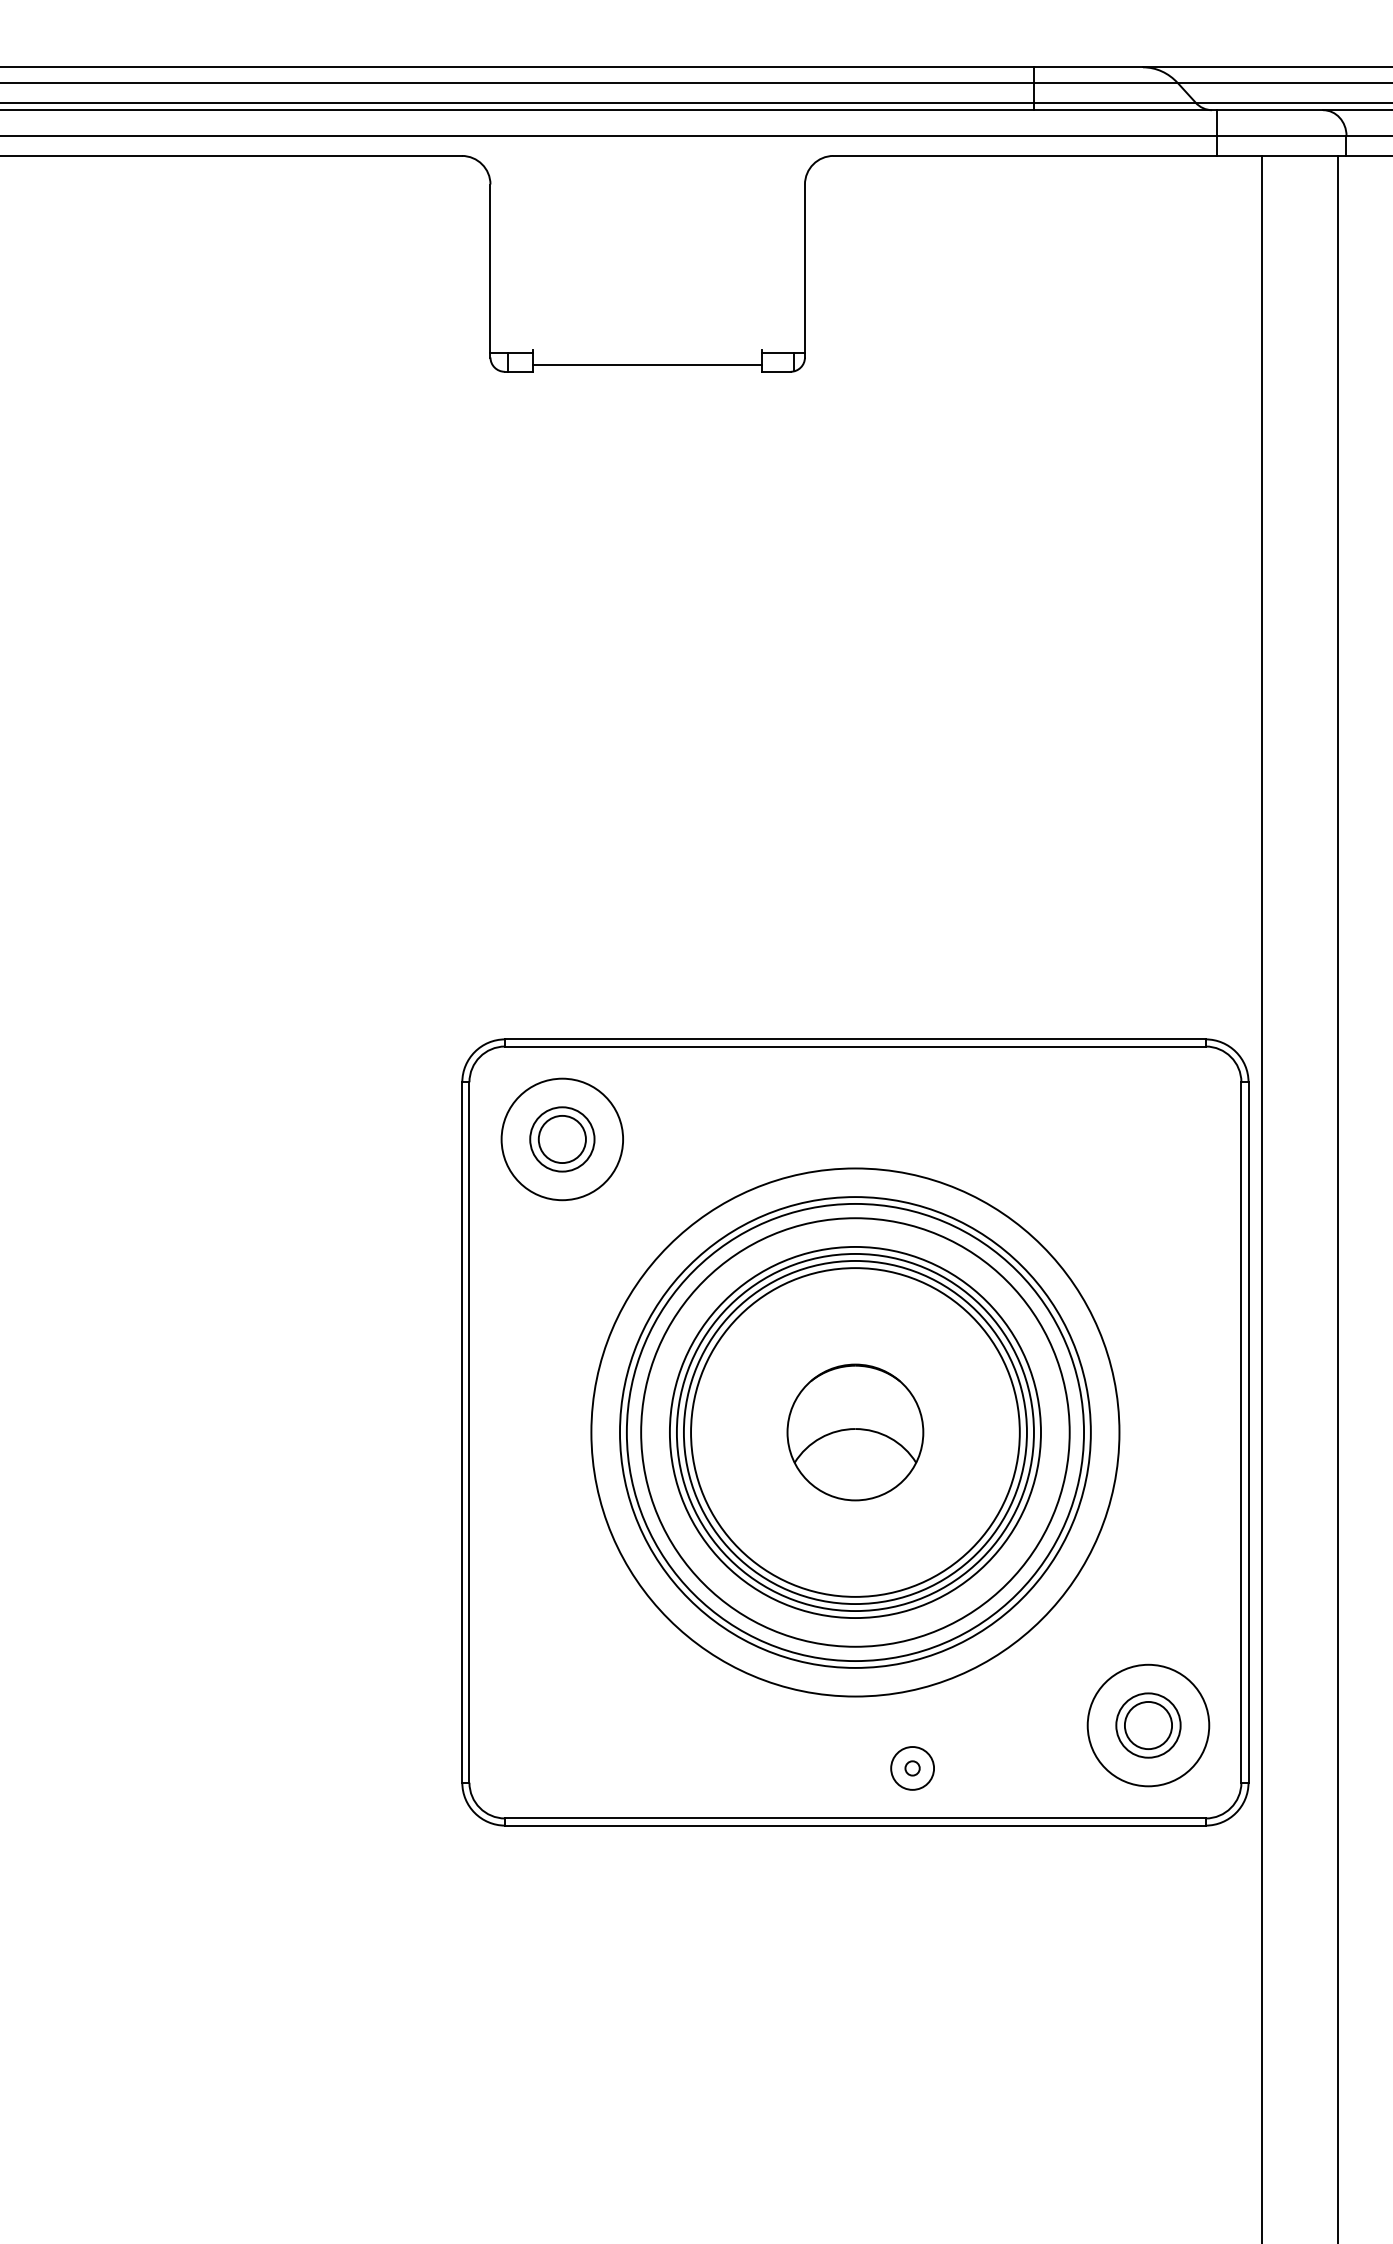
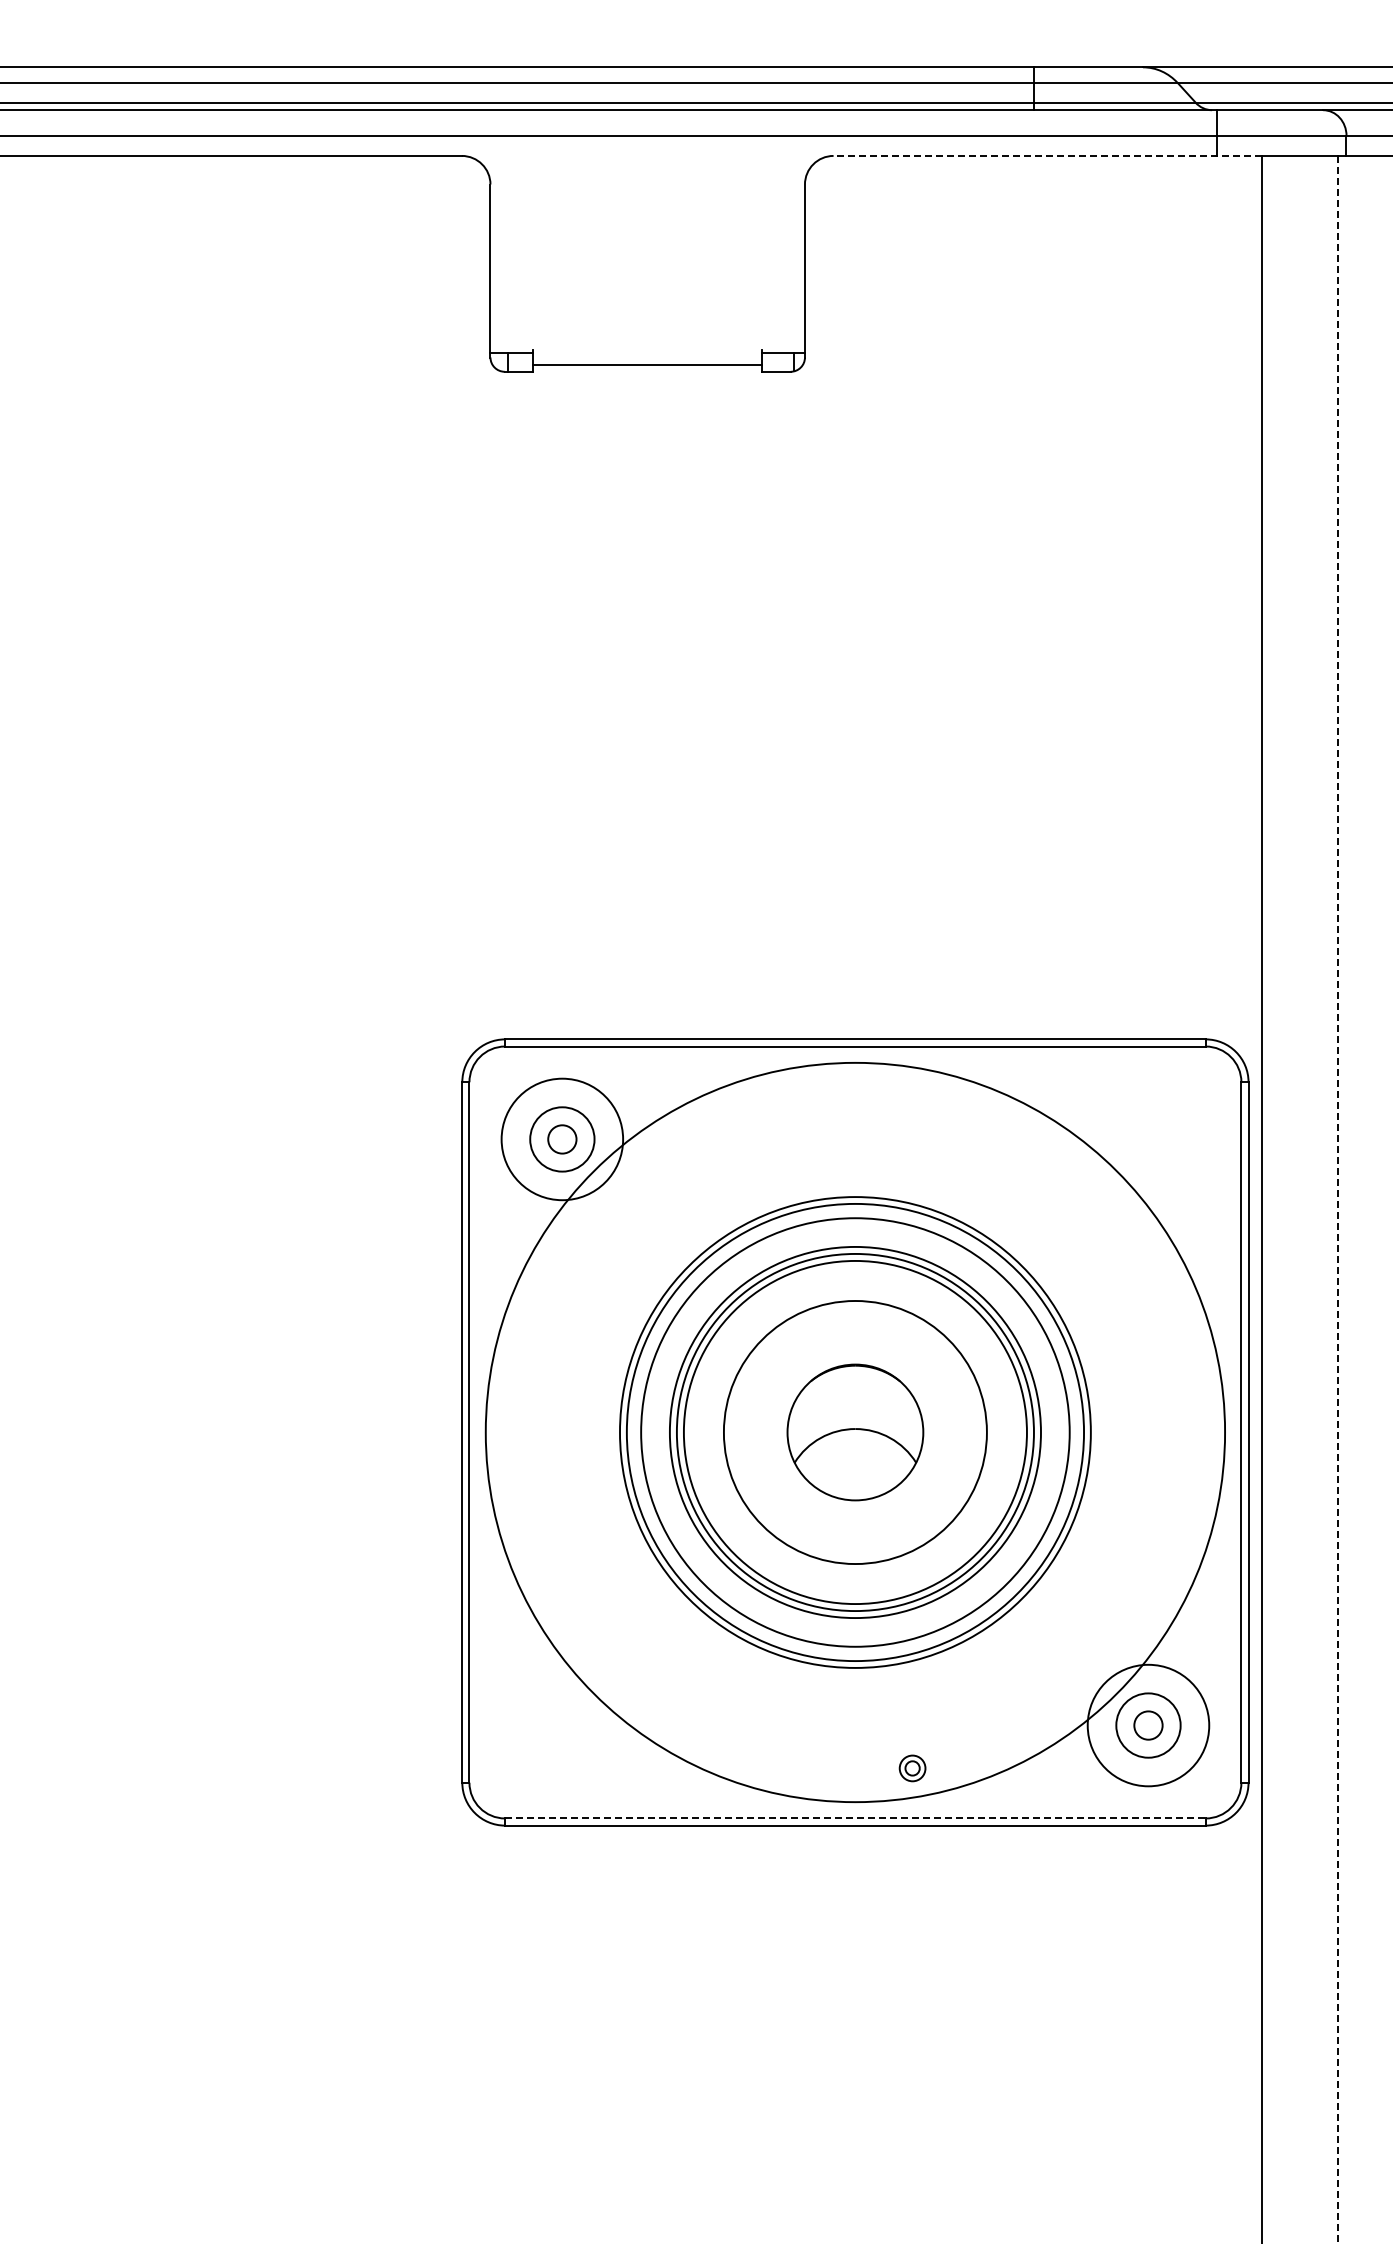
line at (1047, 155): solid -> dashed
circle at (561, 1139) diameter: 47 px -> 28 px
line at (1337, 1199): solid -> dashed
circle at (855, 1432) diameter: 329 px -> 263 px
circle at (855, 1432) diameter: 528 px -> 739 px
circle at (1148, 1725) diameter: 47 px -> 28 px
circle at (912, 1768) diameter: 43 px -> 26 px
line at (855, 1818): solid -> dashed
